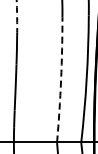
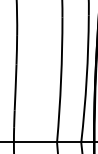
arc at (17, 16): dashed -> solid
arc at (61, 79): dashed -> solid
